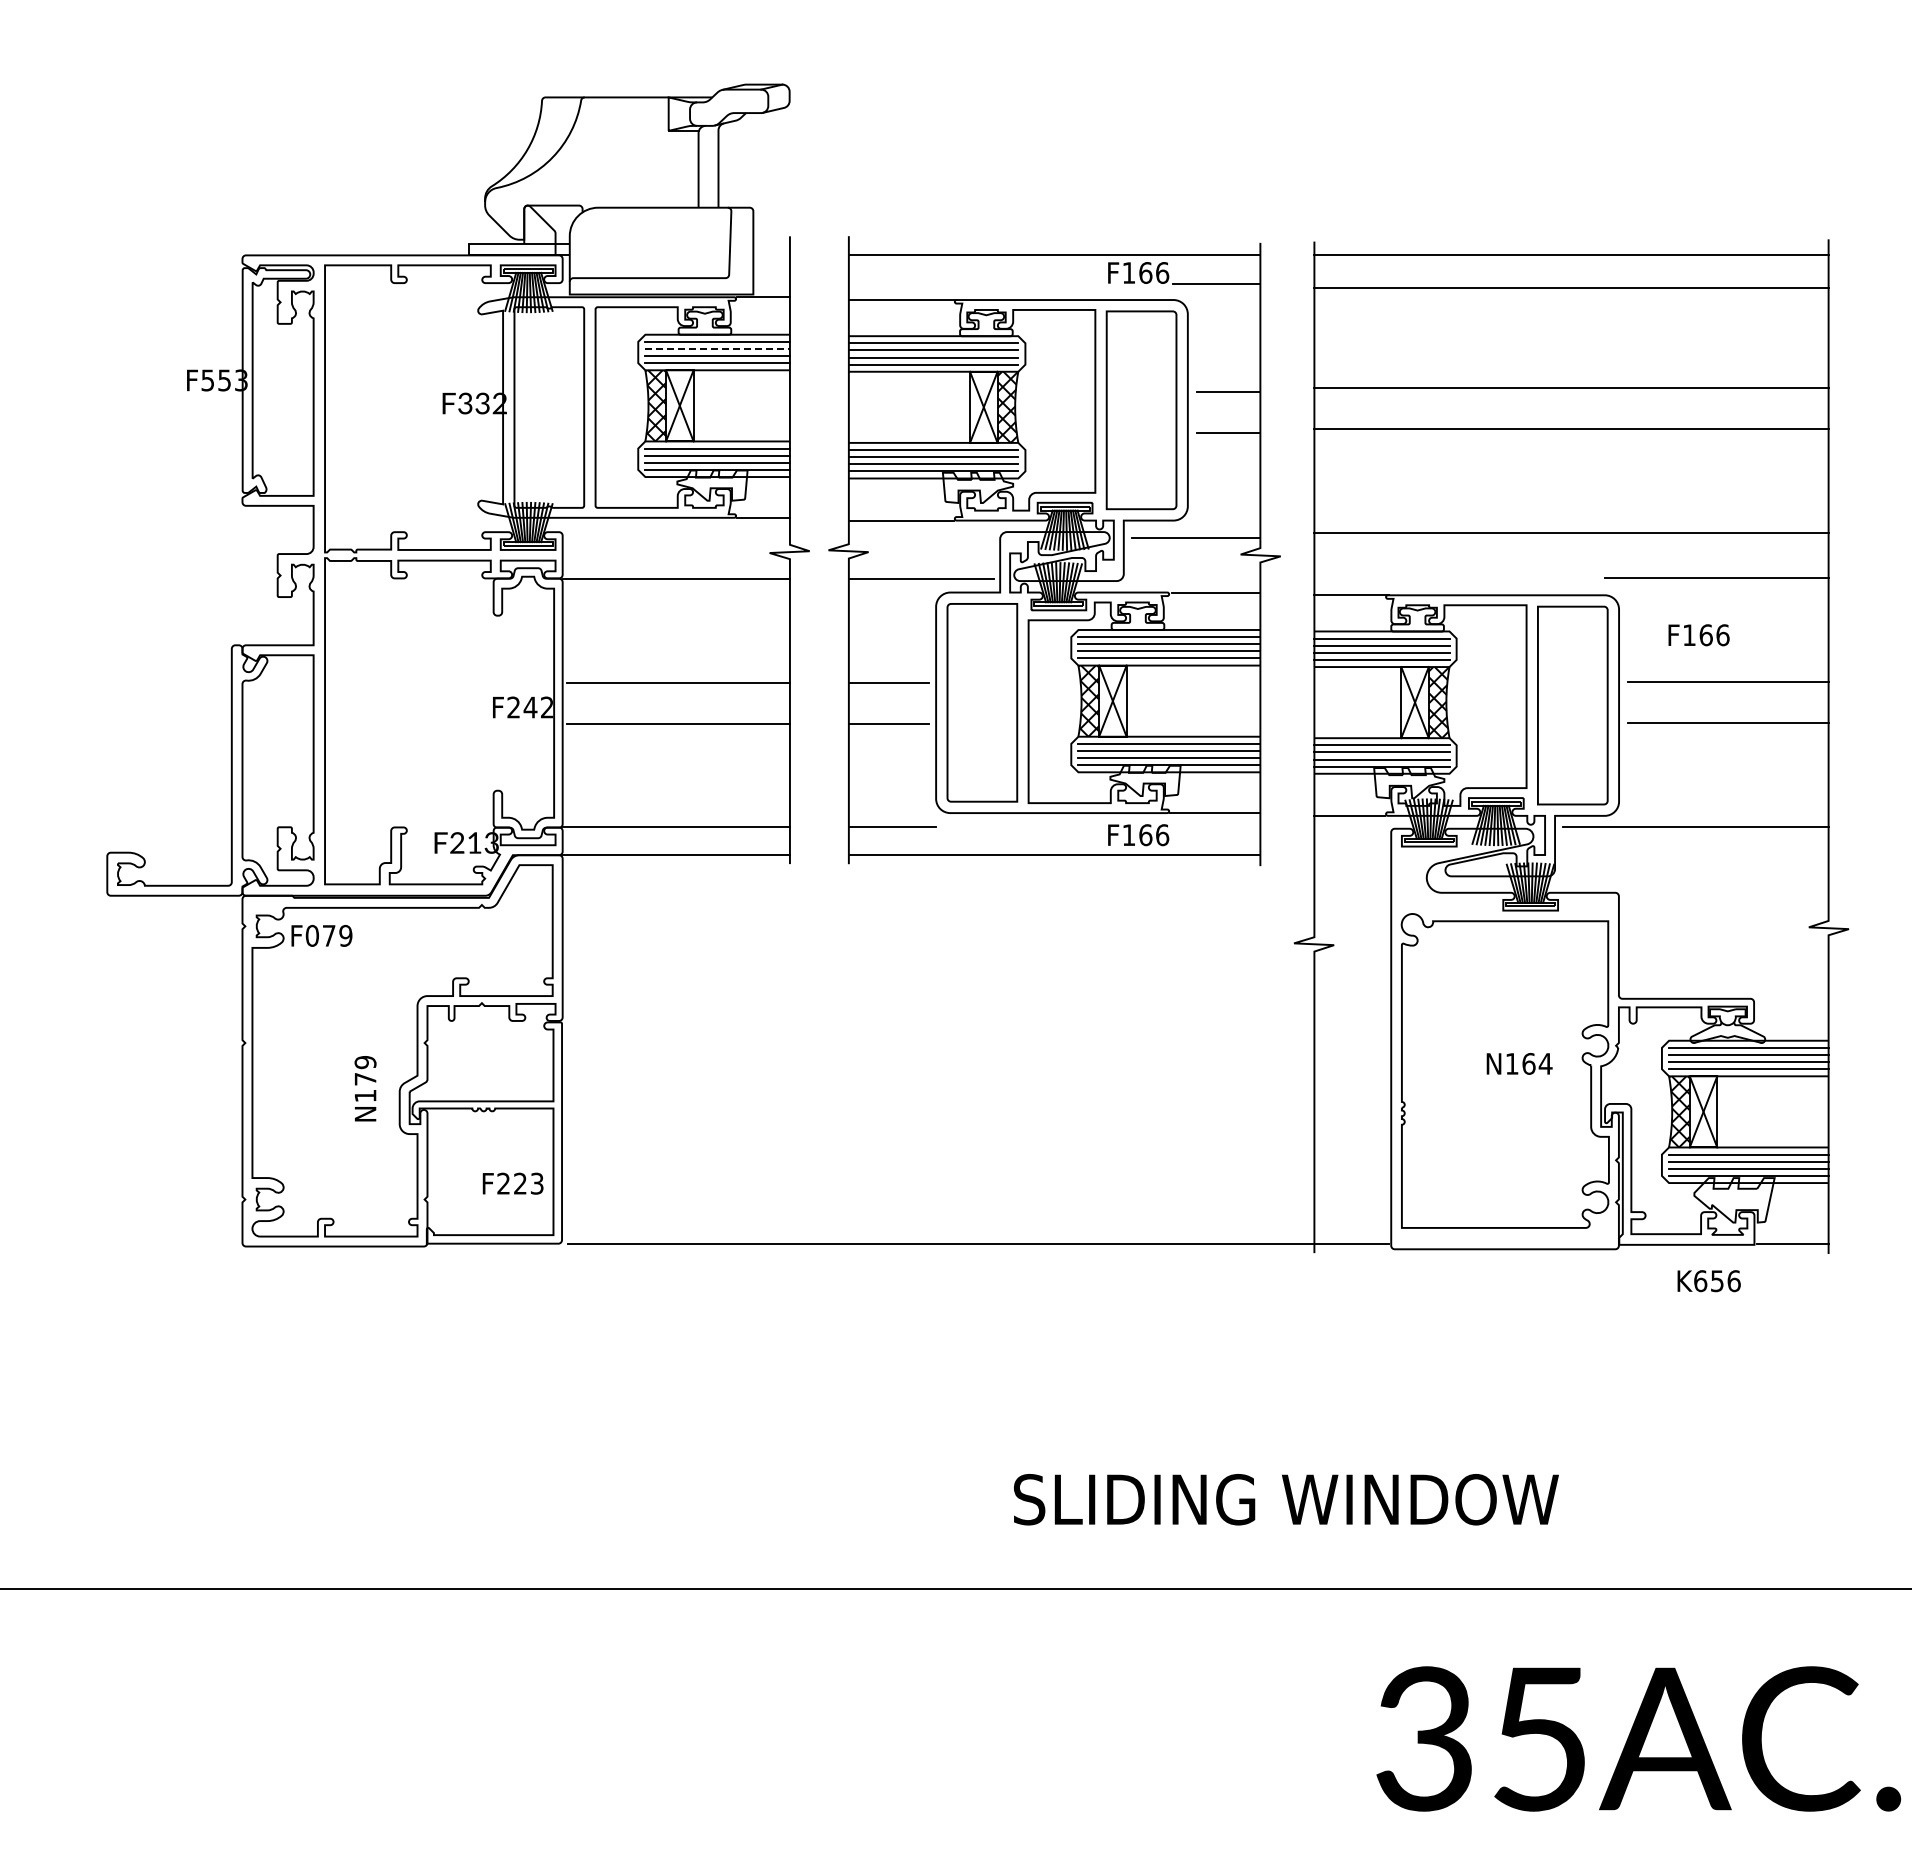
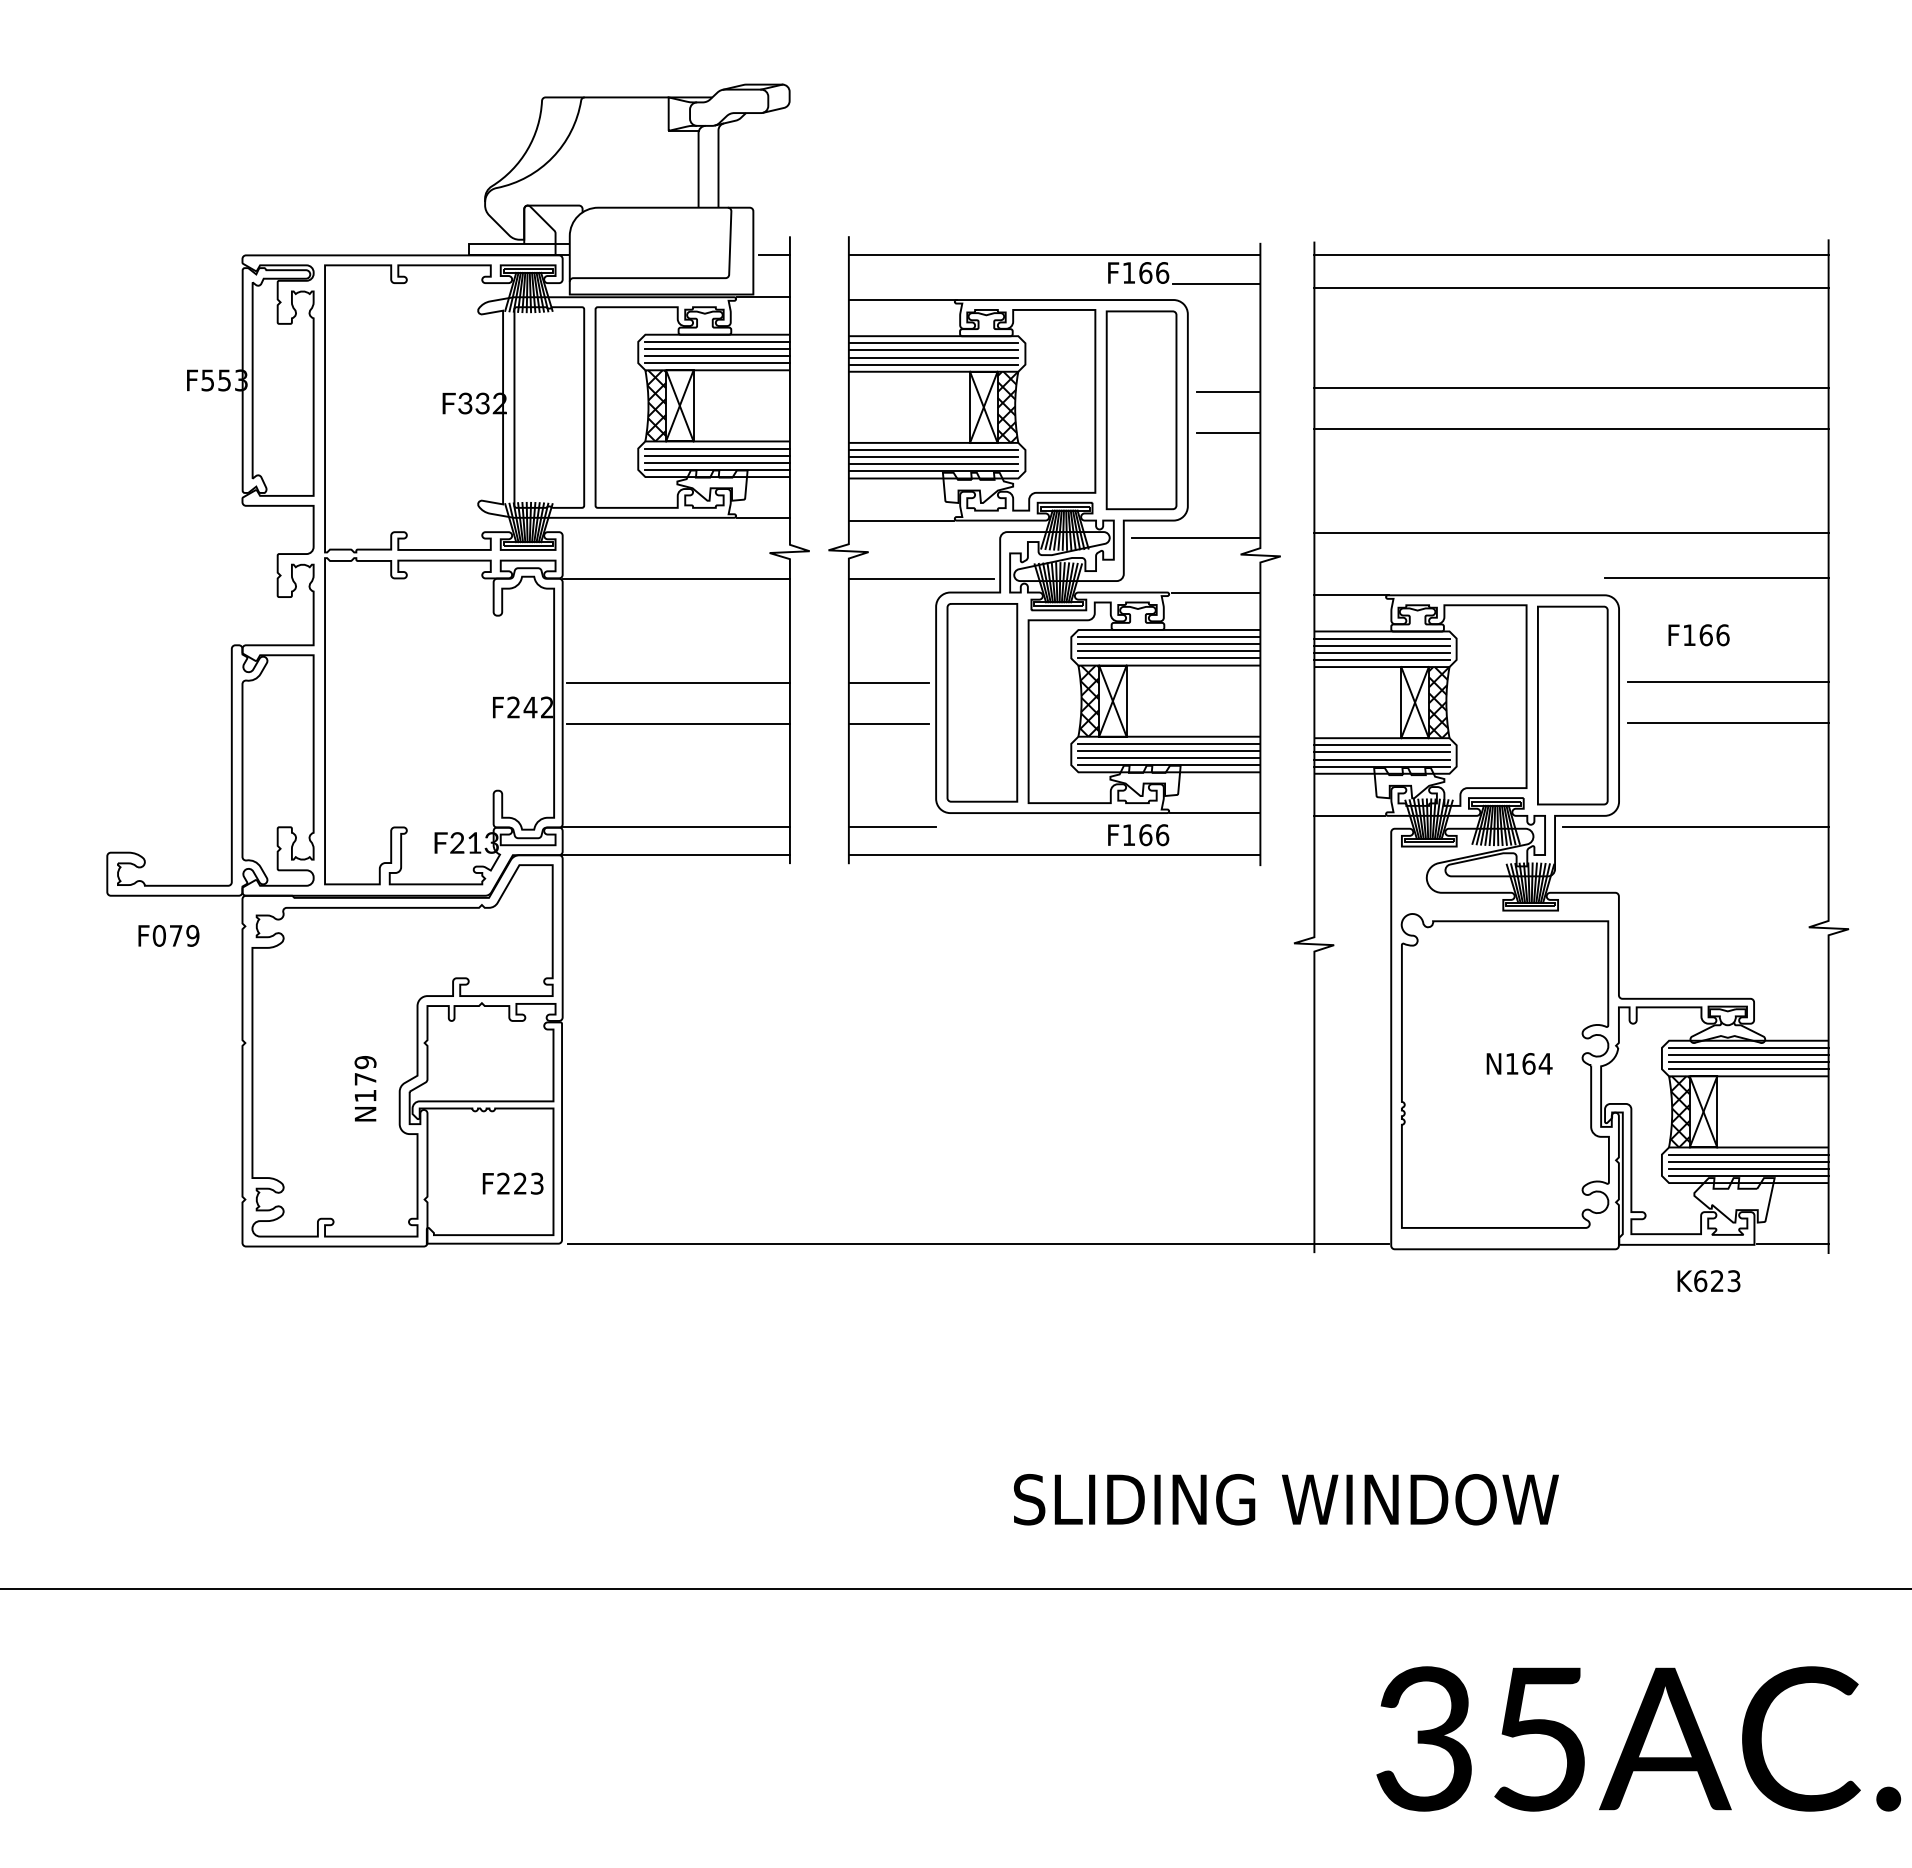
line at (774, 255): none -> present
line at (718, 348): dashed -> solid
text at (321, 935) position: (321, 935) -> (168, 935)
text at (1725, 1281): K656 -> K623
